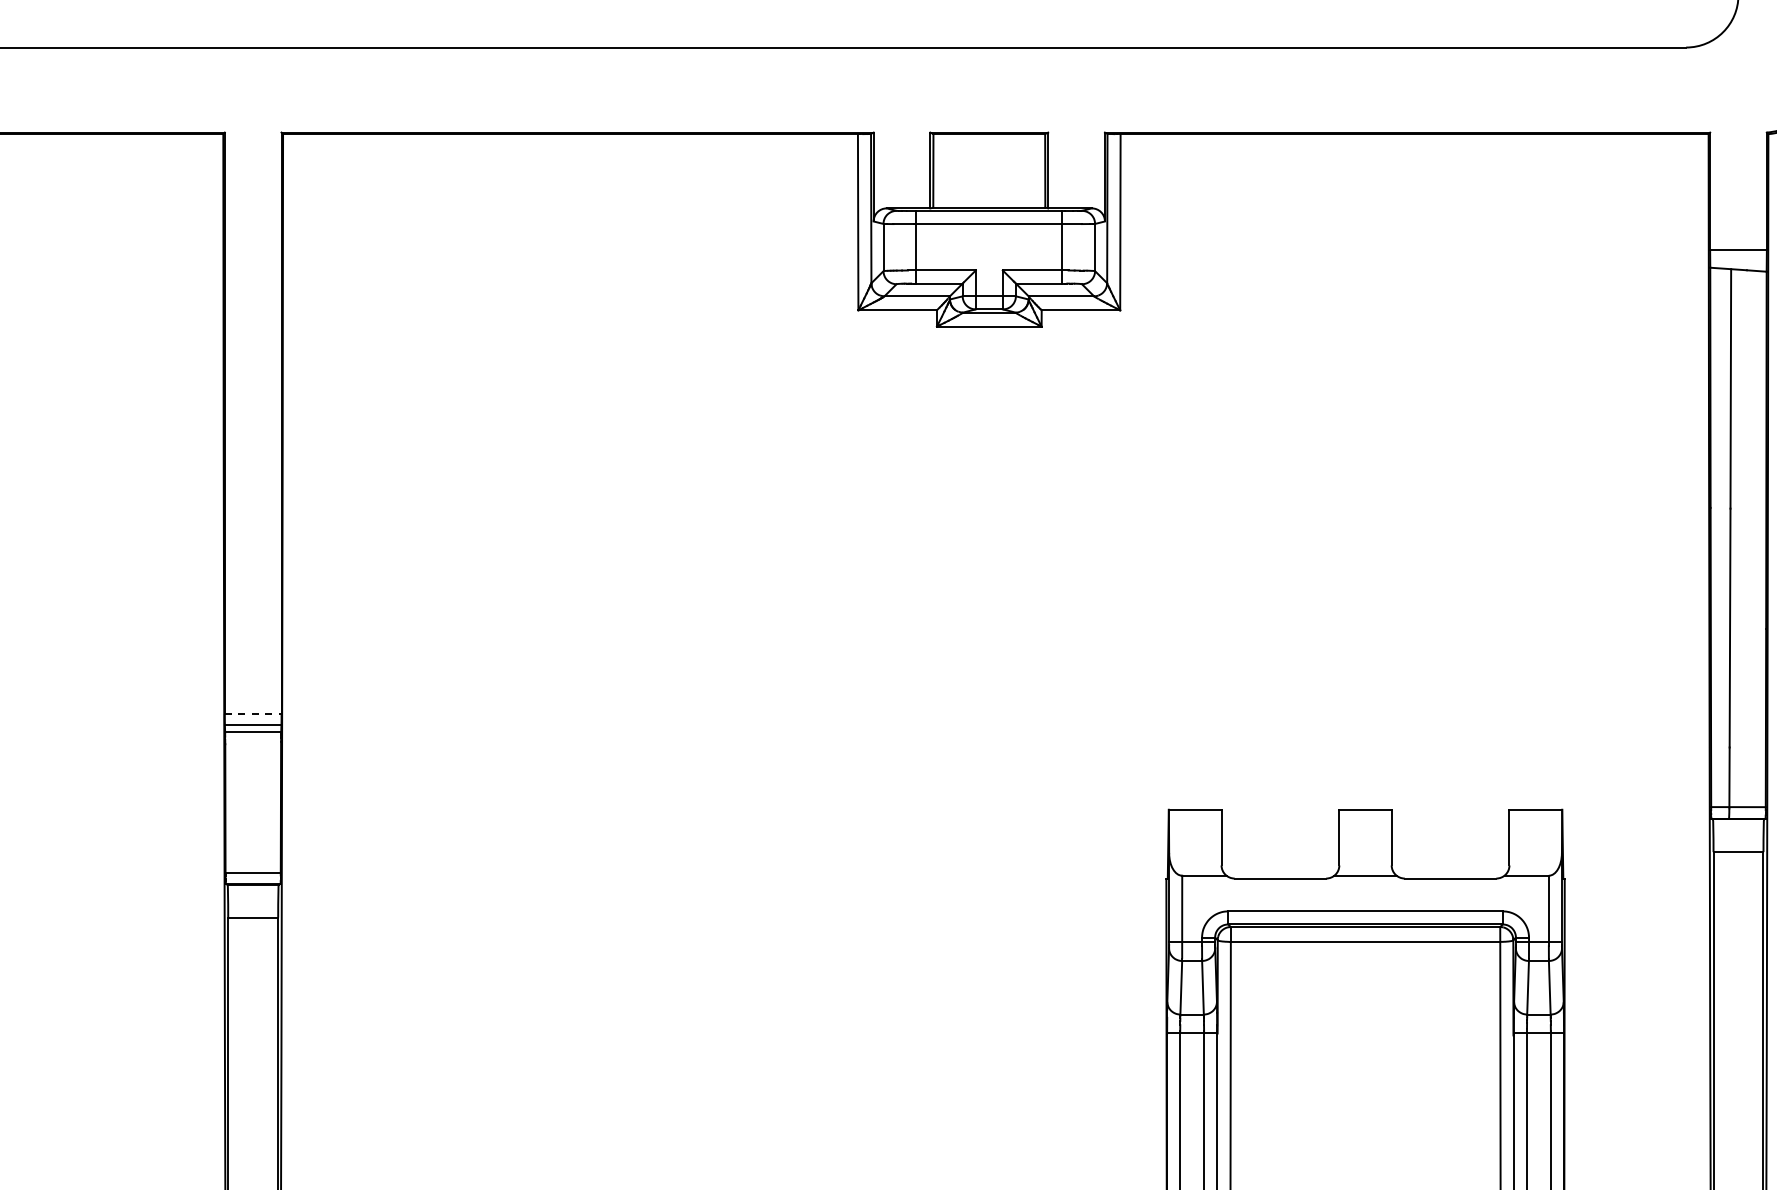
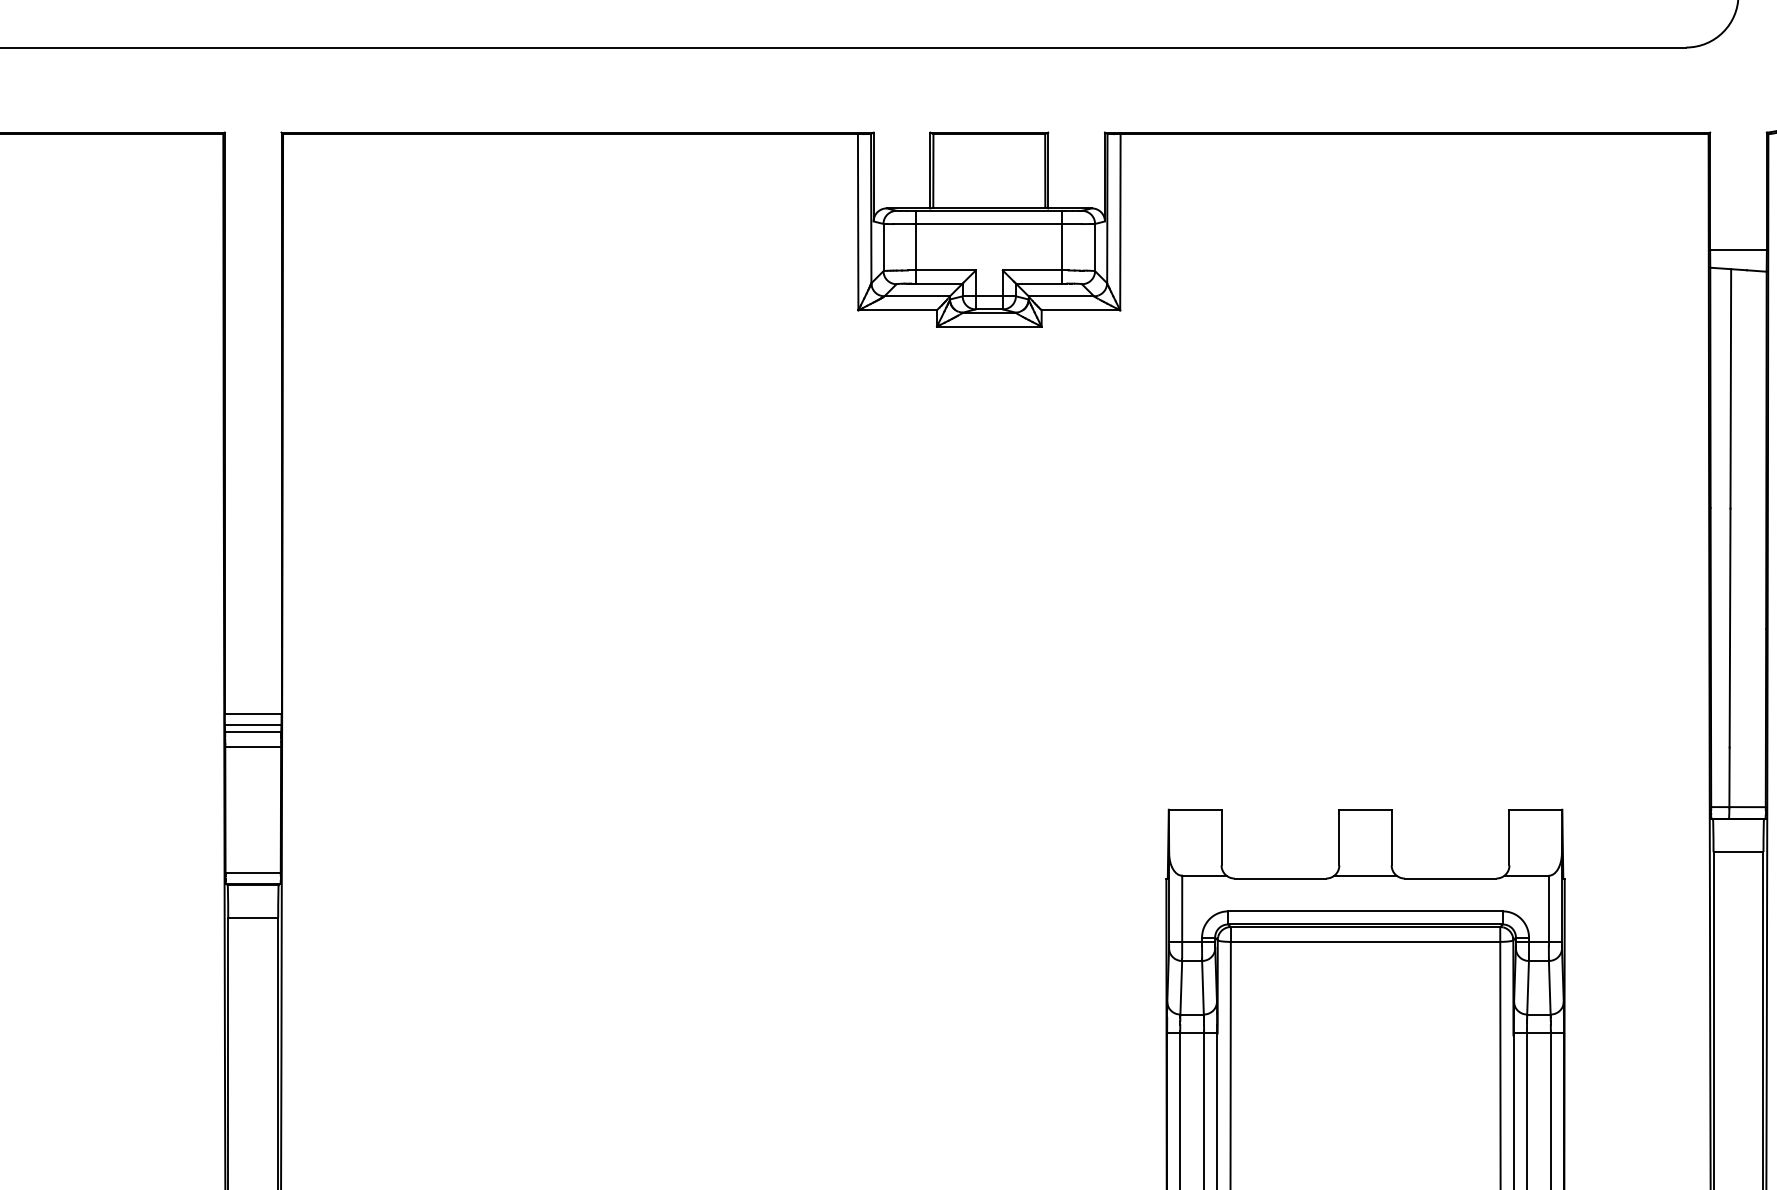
line at (253, 713): dashed -> solid
line at (253, 746): none -> present
